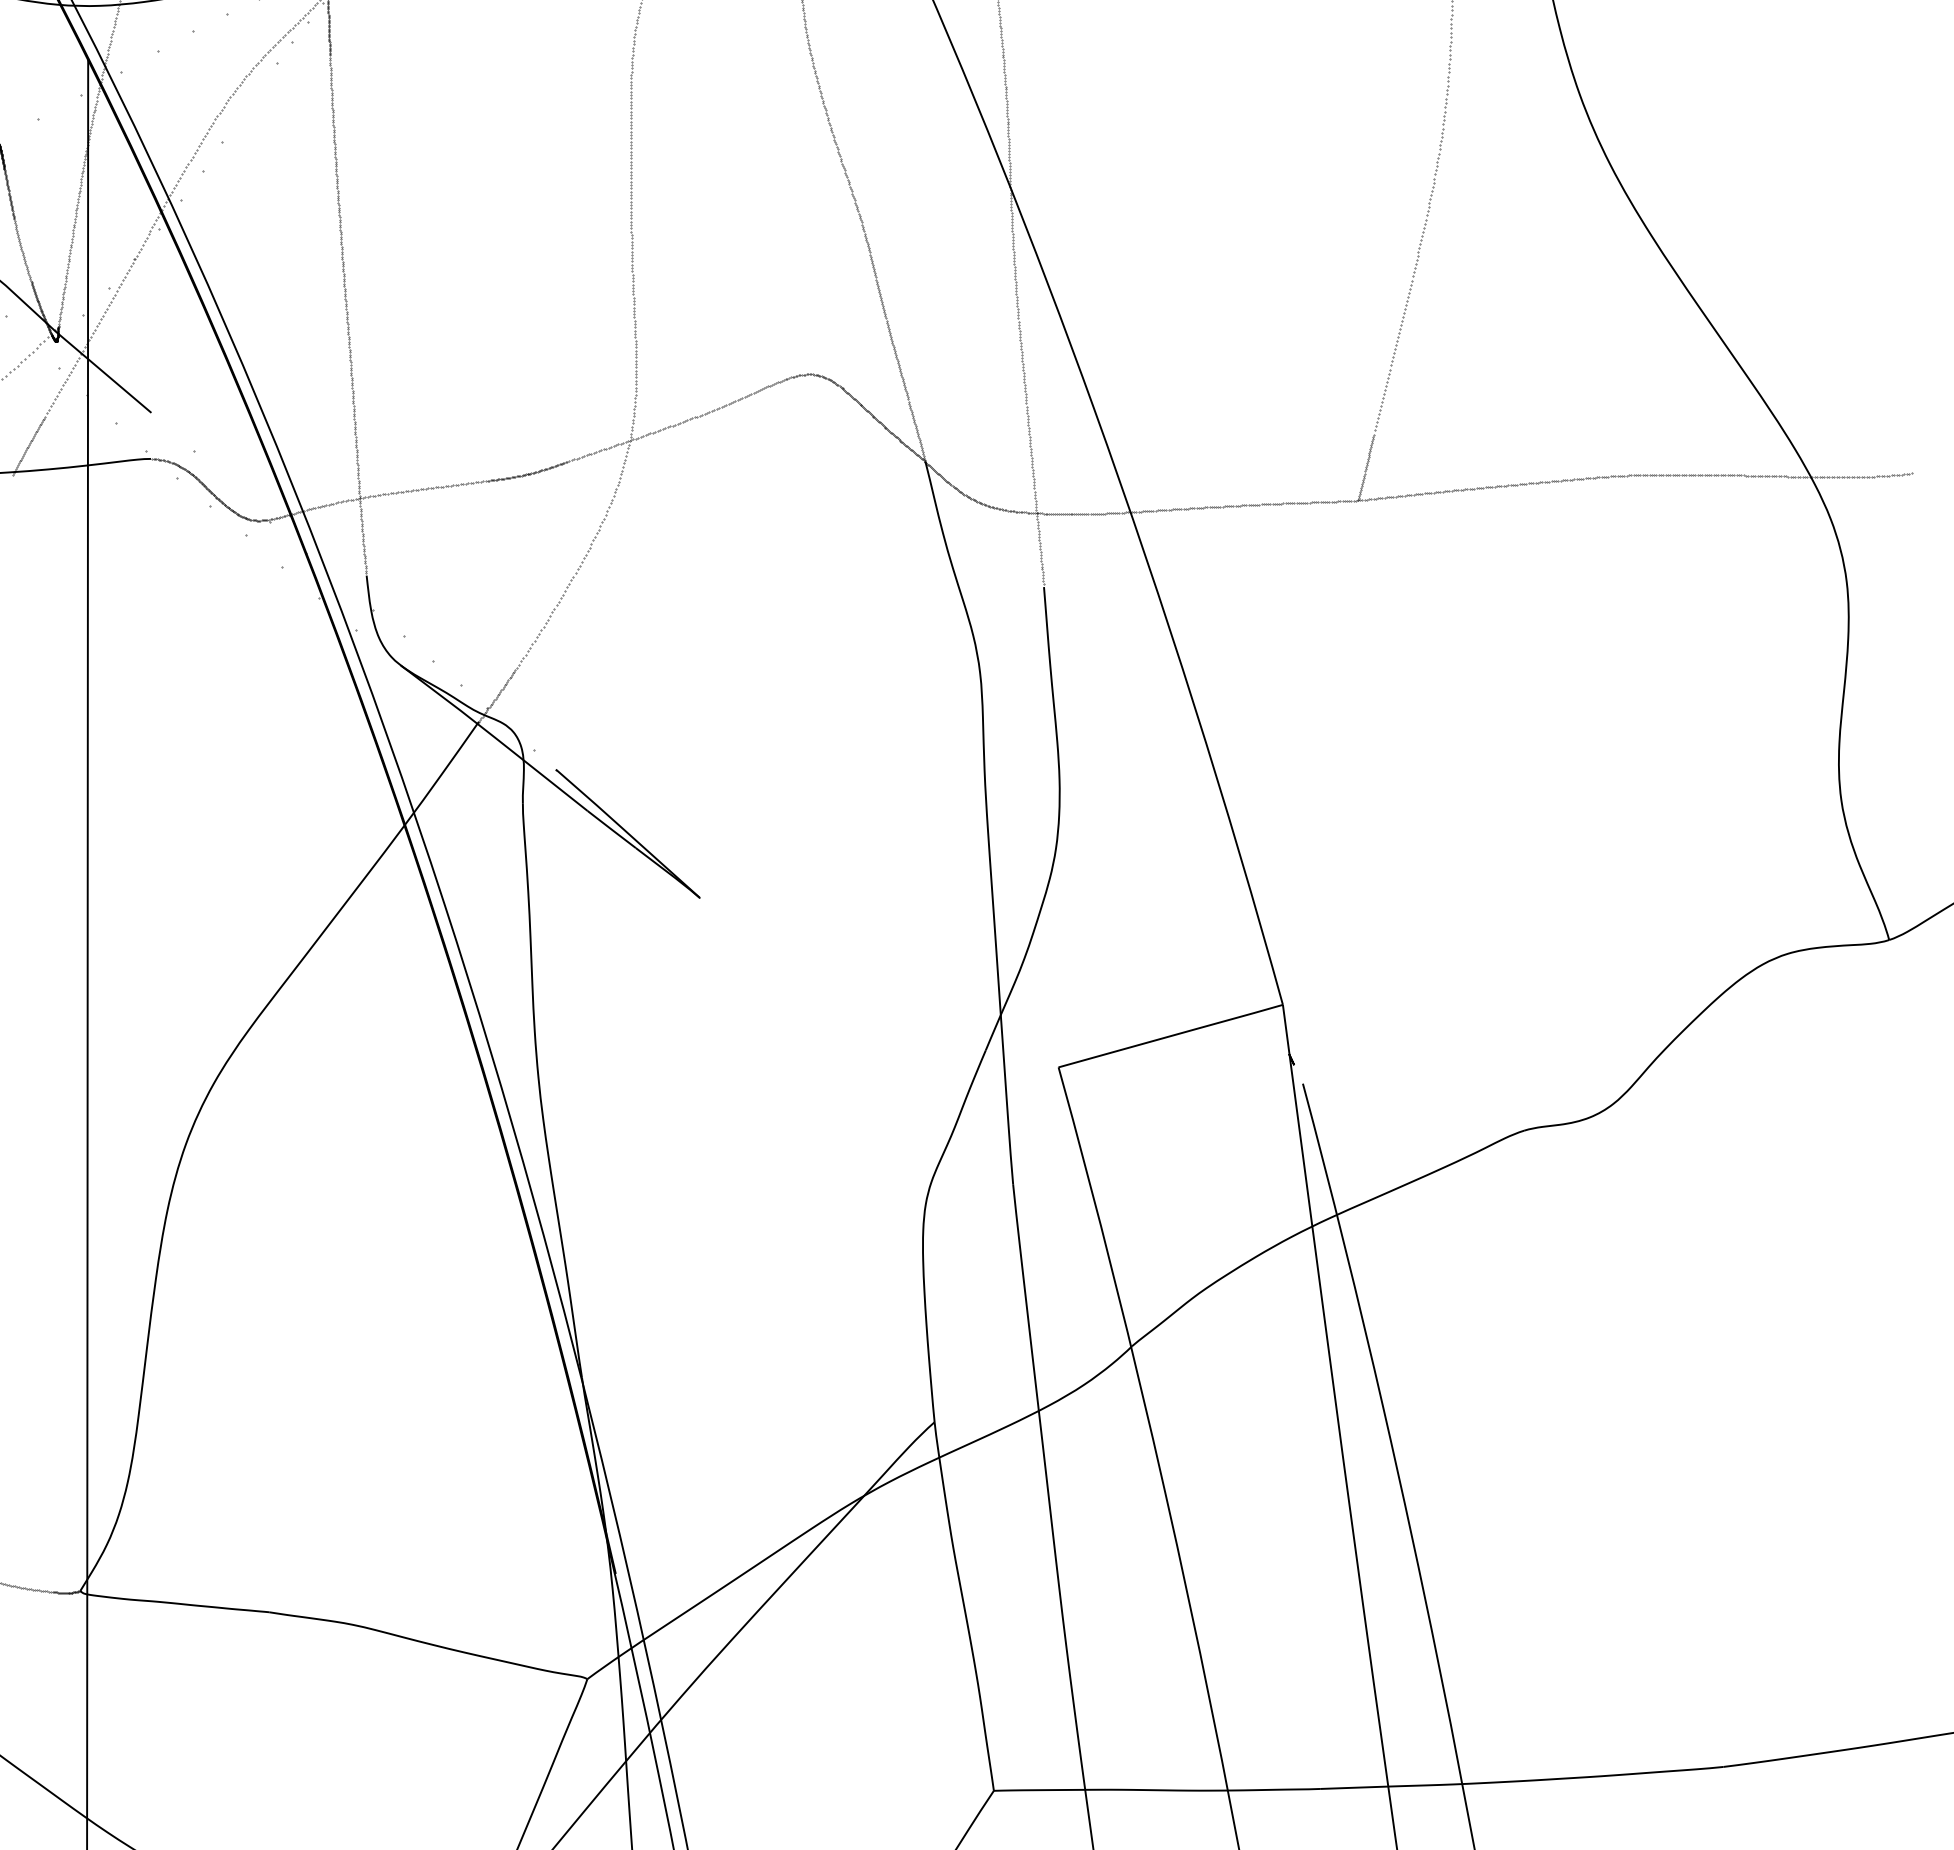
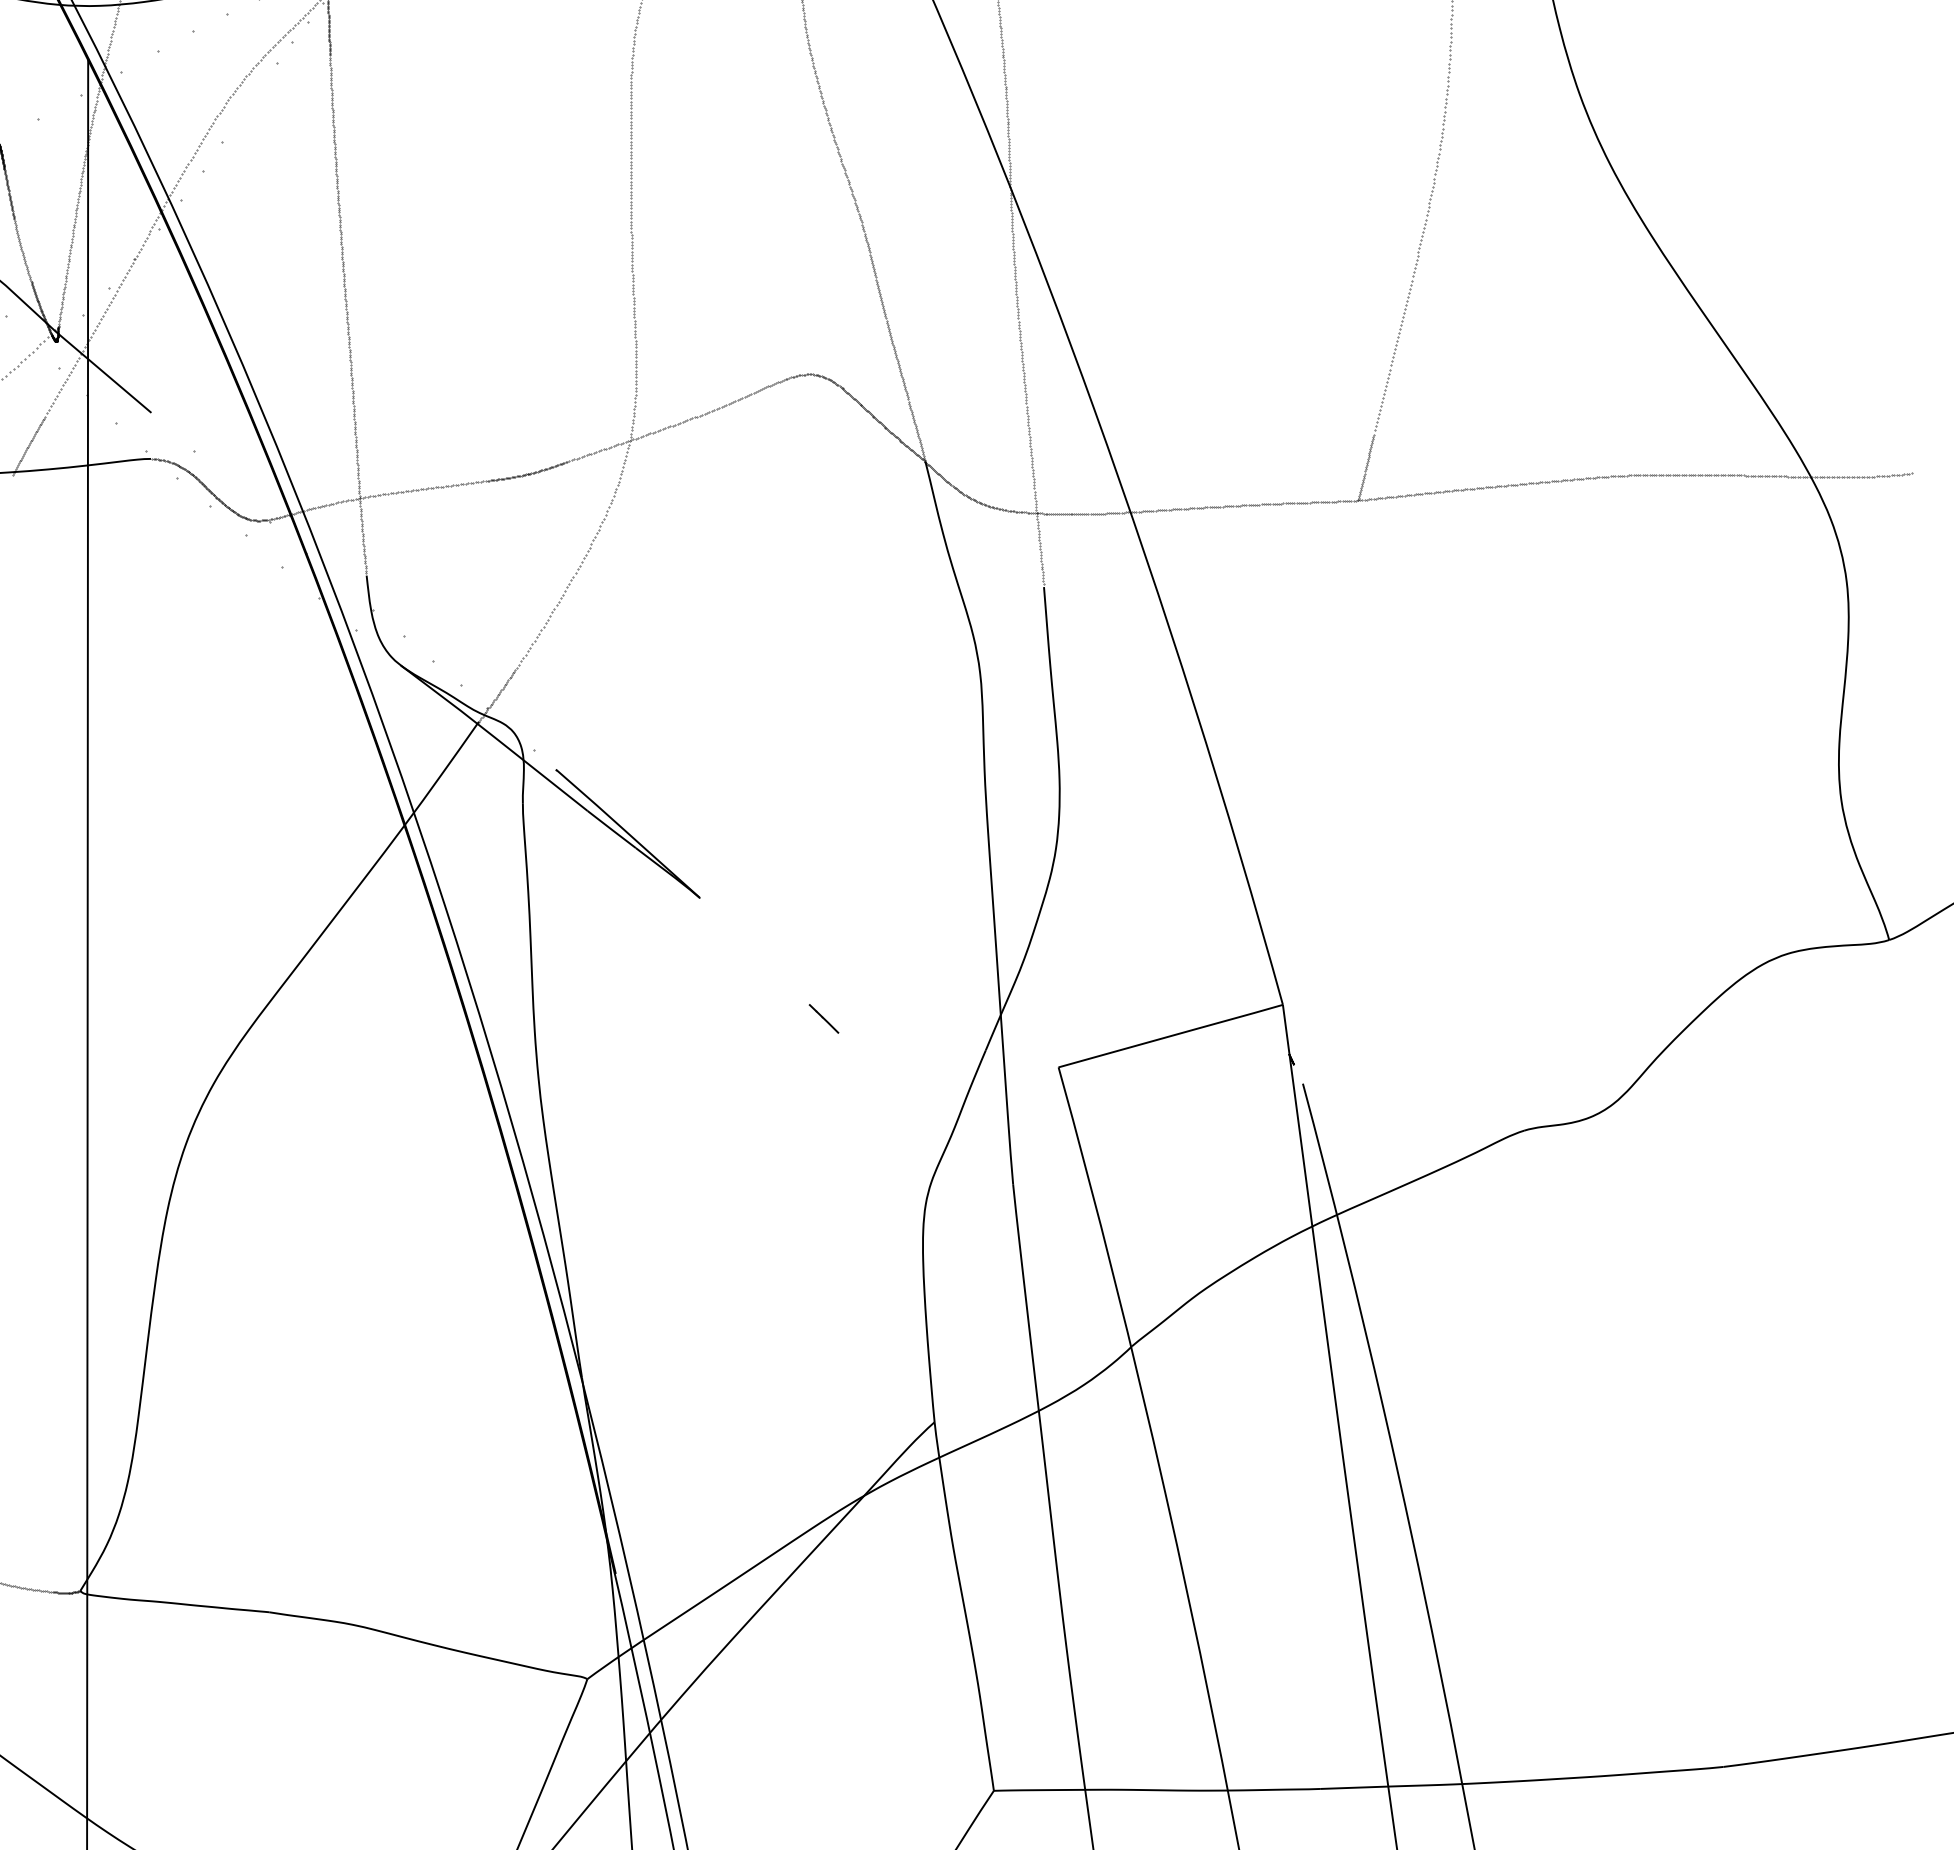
line at (823, 1018): none -> present
